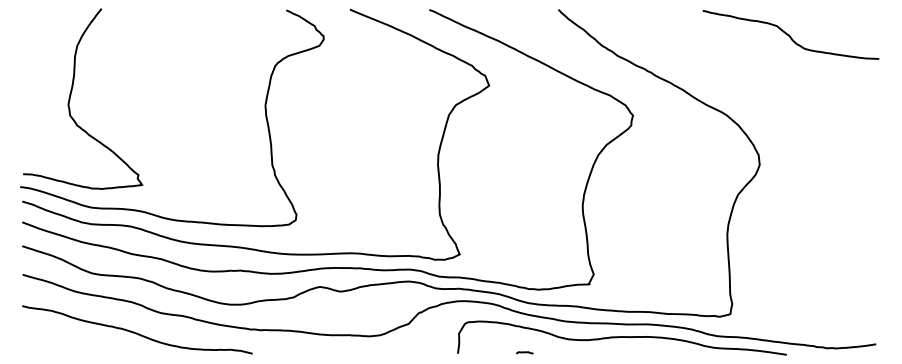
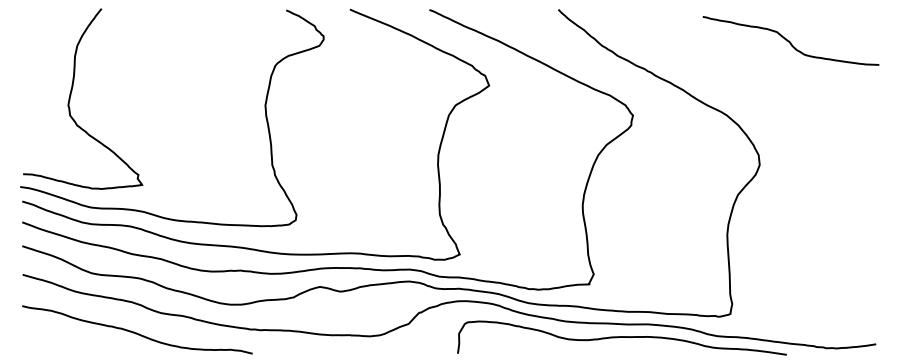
curve at (789, 34) position: (789, 34) -> (789, 40)
line at (524, 352): present -> none
